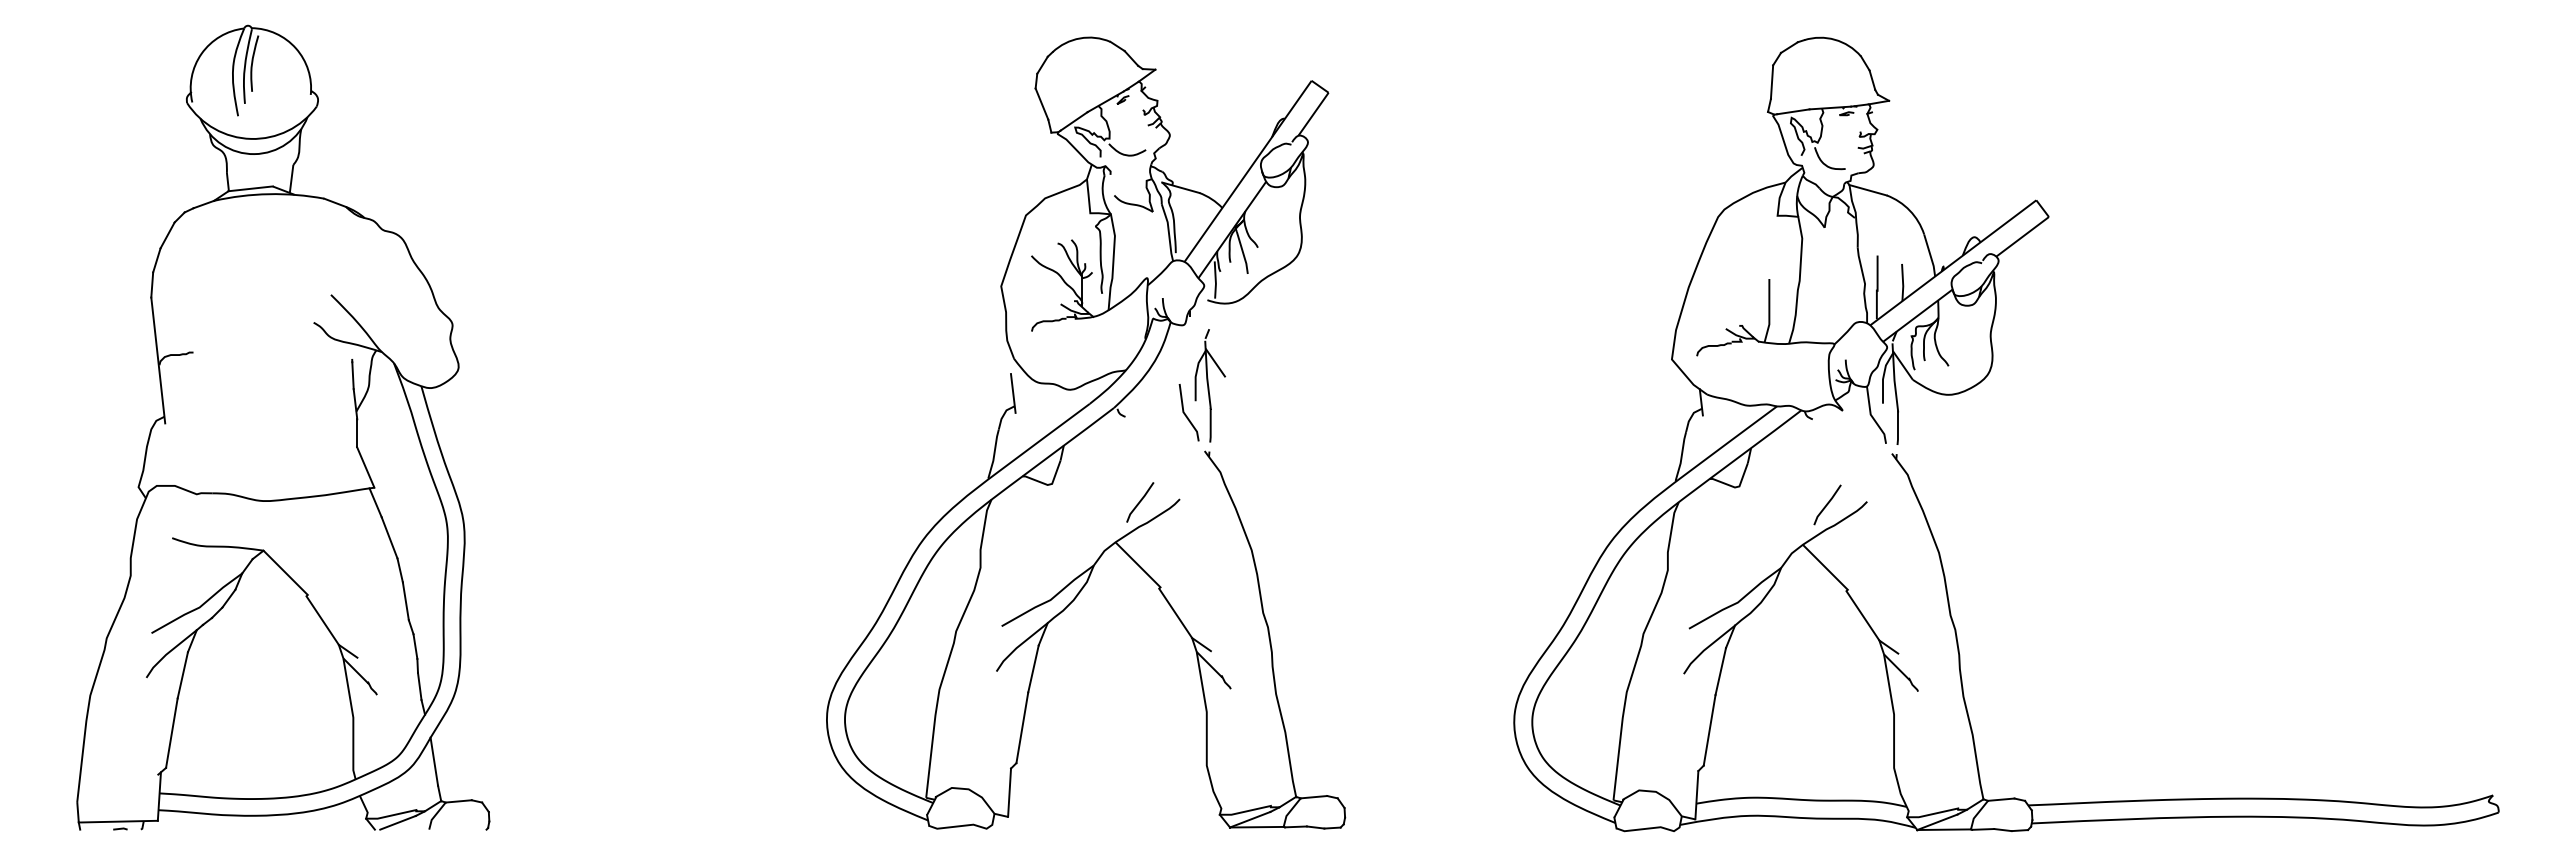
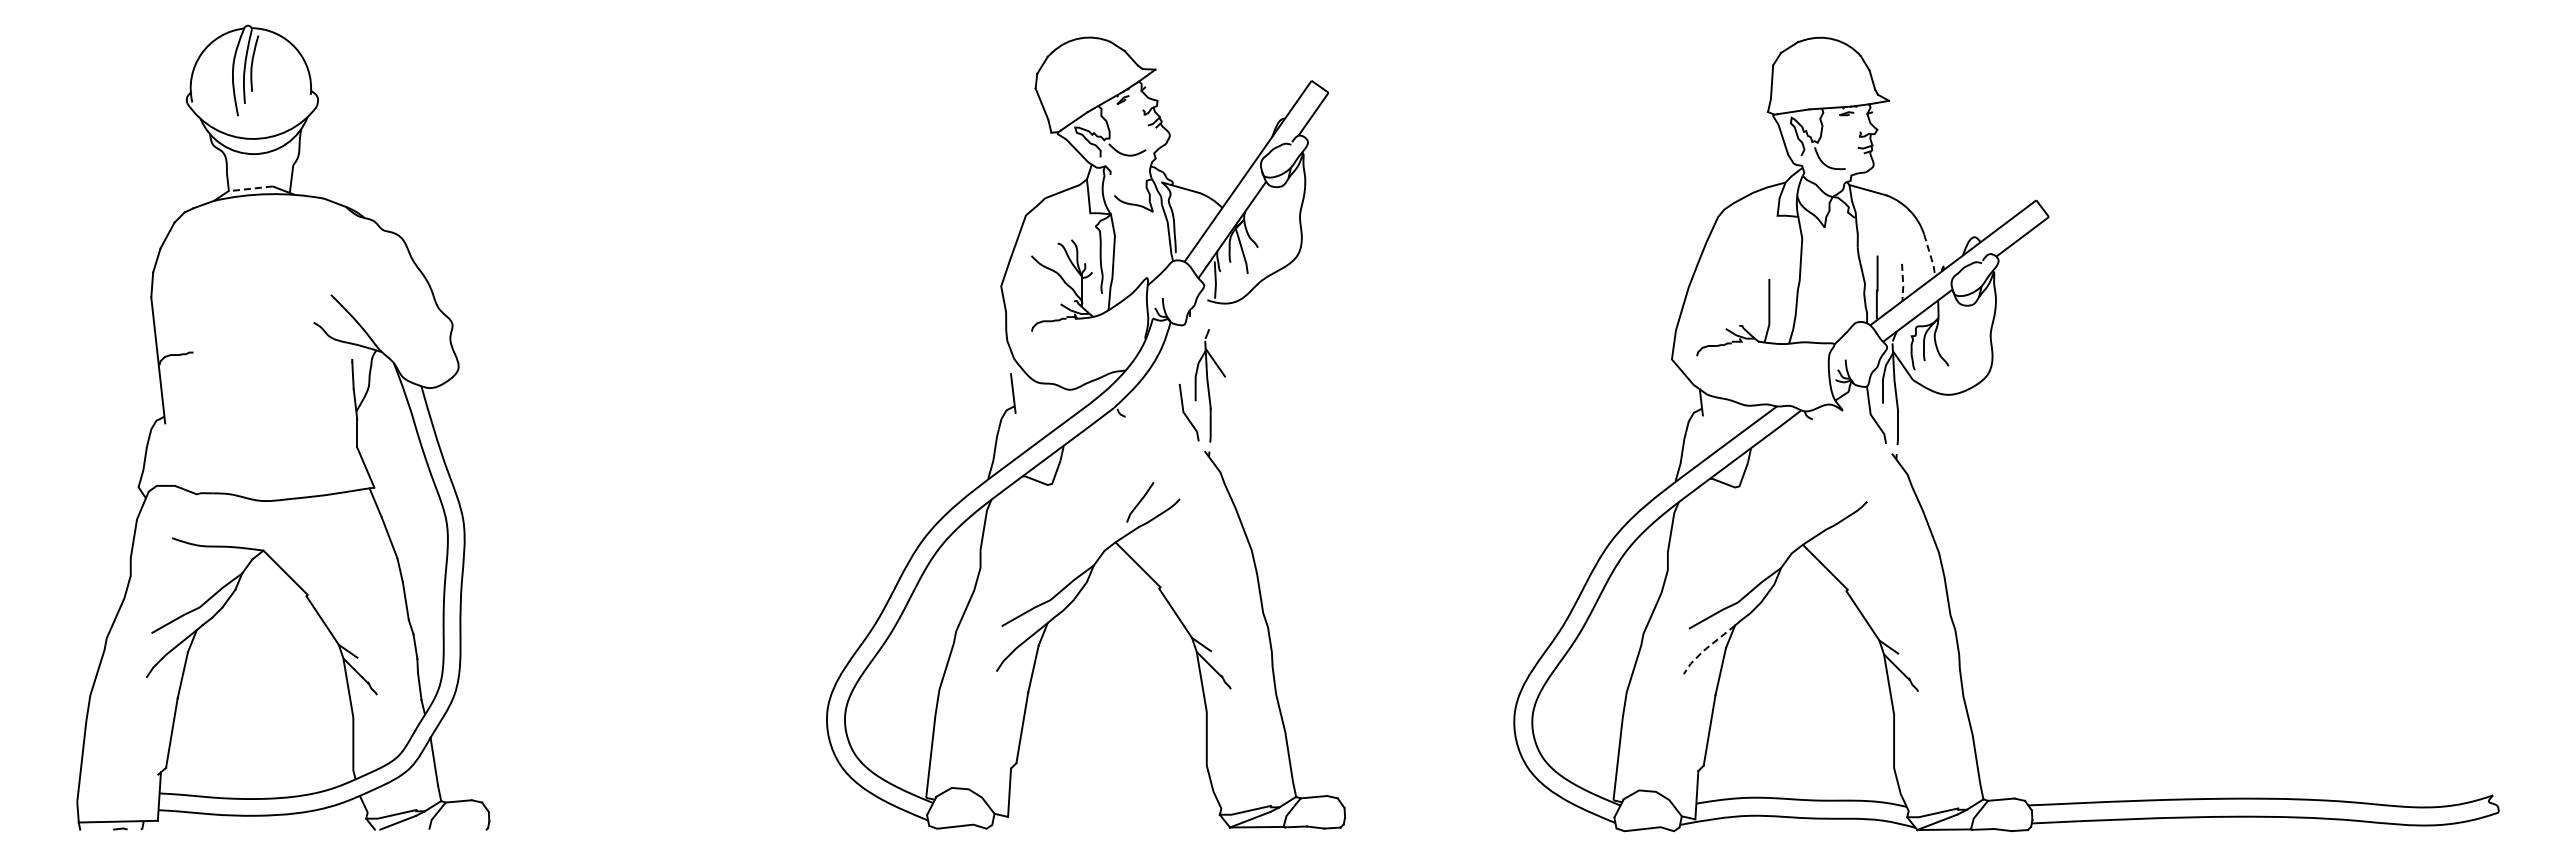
line at (250, 188): solid -> dashed
line at (1930, 255): solid -> dashed
line at (1903, 283): solid -> dashed
line at (1827, 504): present -> none
line at (1706, 648): solid -> dashed
